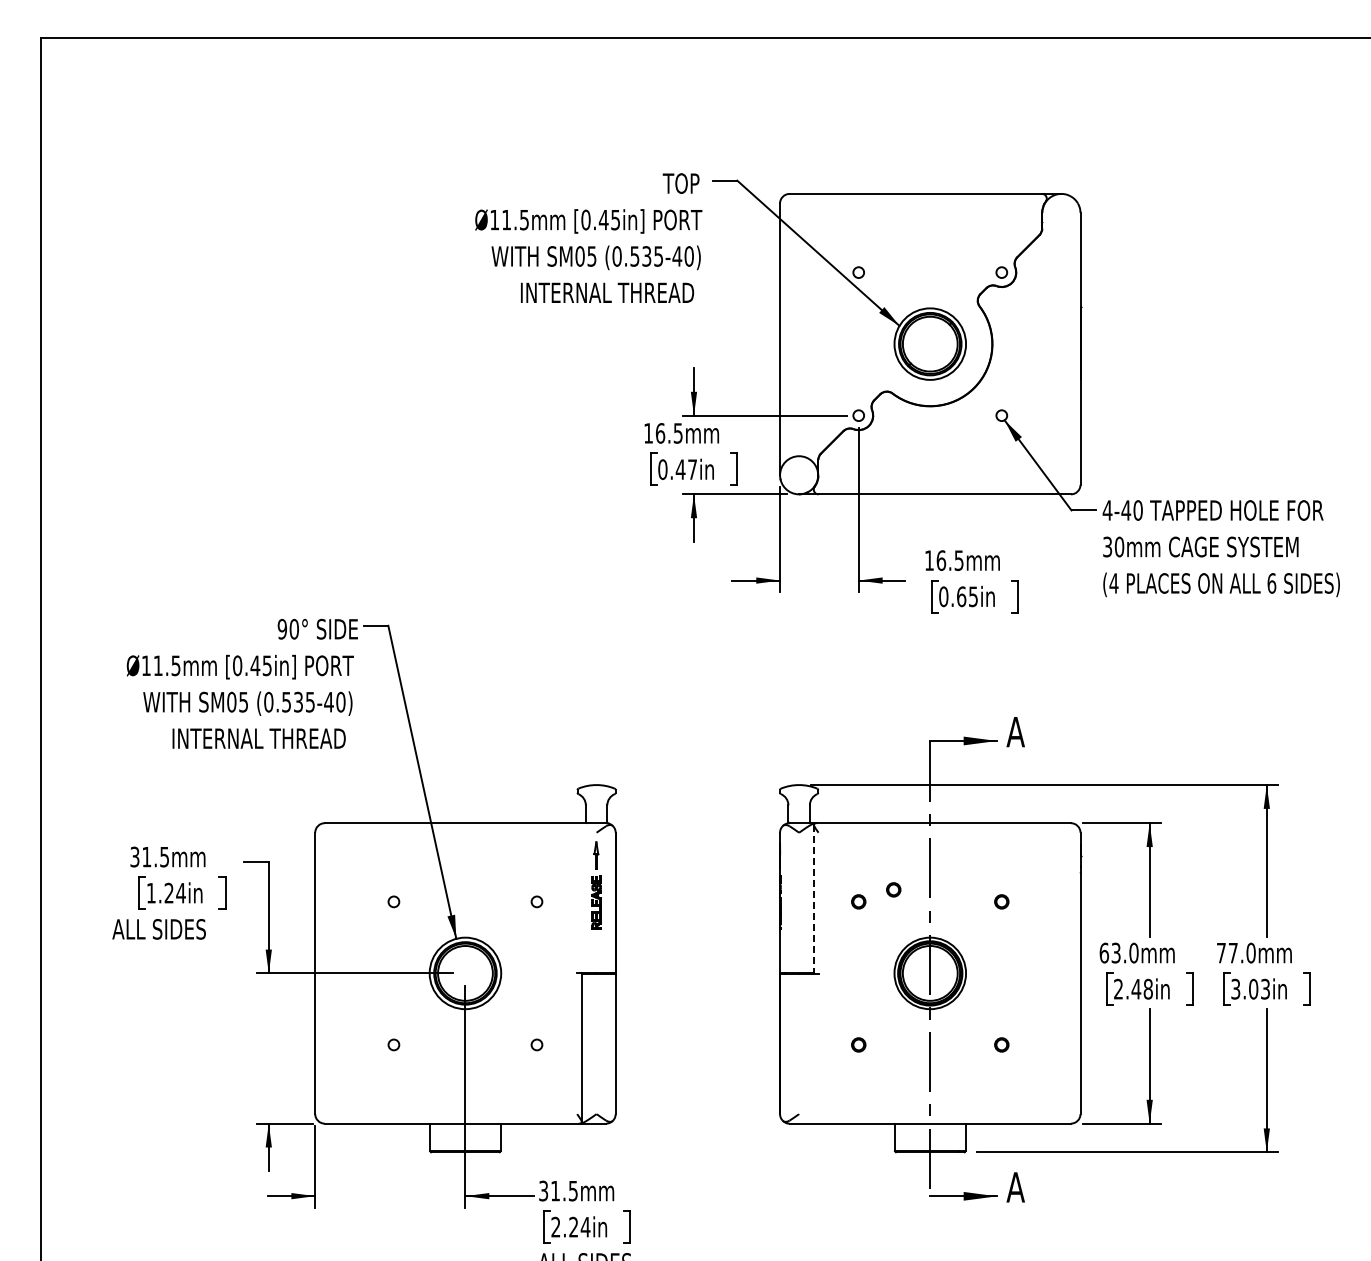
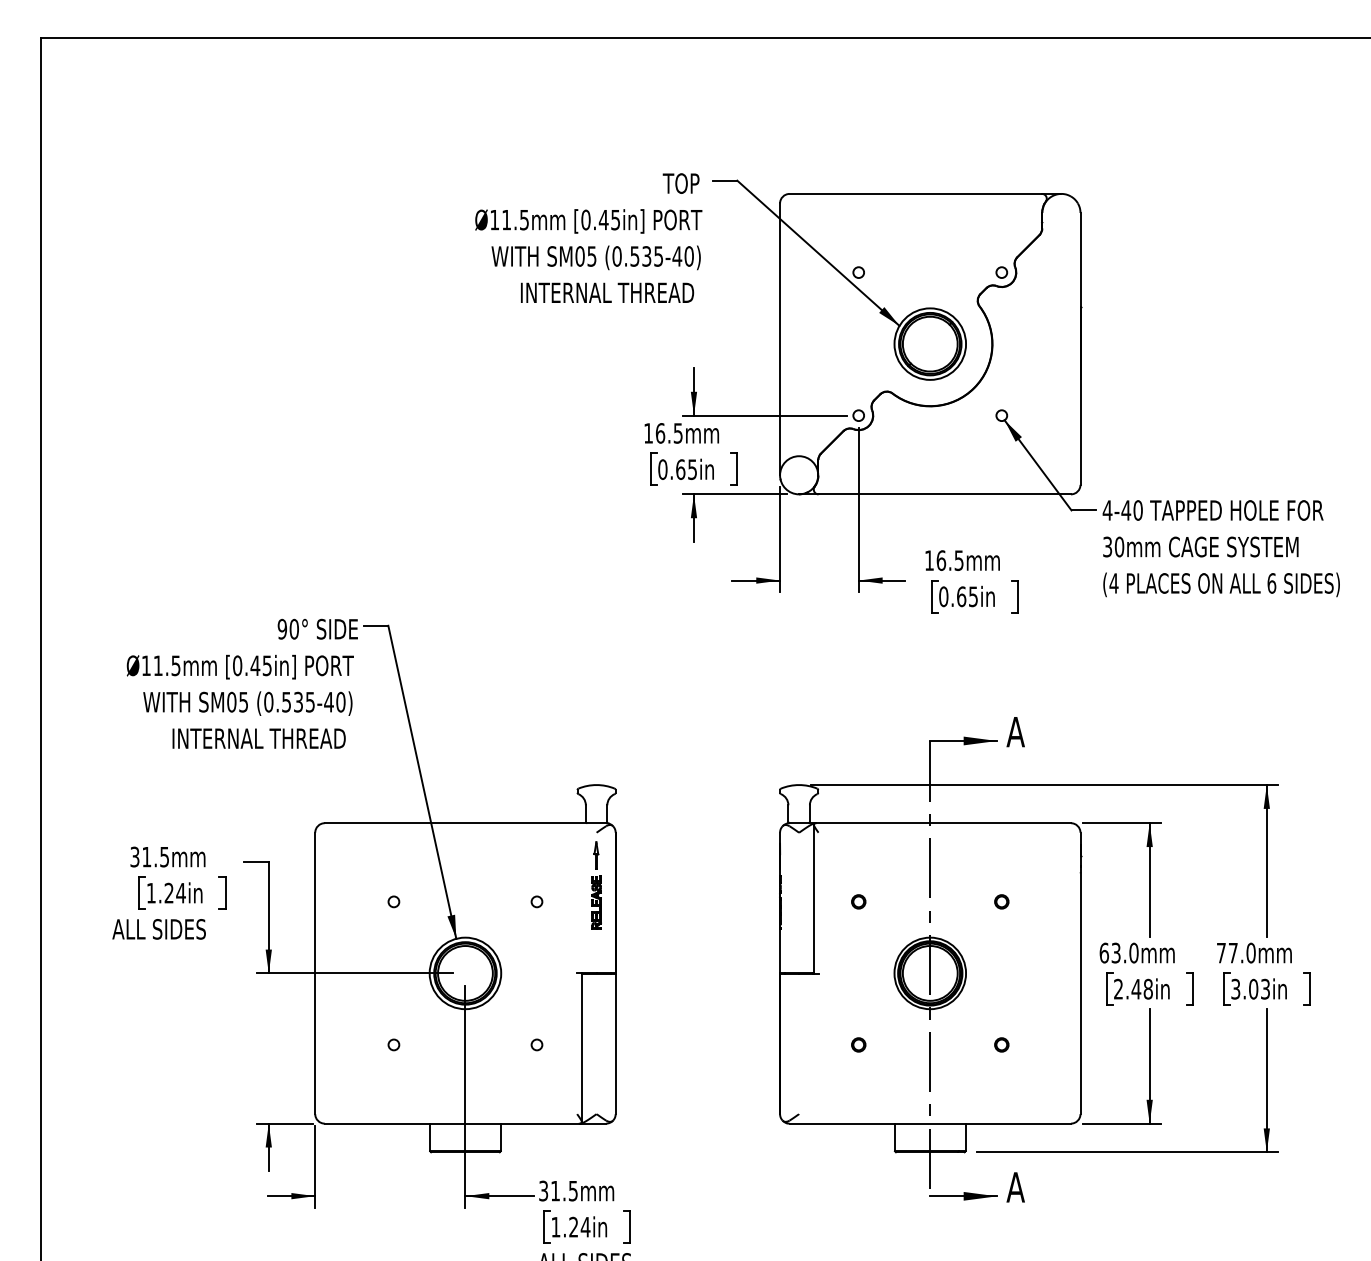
text at (685, 469): 0.47in -> 0.65in
circle at (893, 889): present -> none
line at (813, 899): dashed -> solid
text at (555, 1226): 2.24in -> 1.24in
